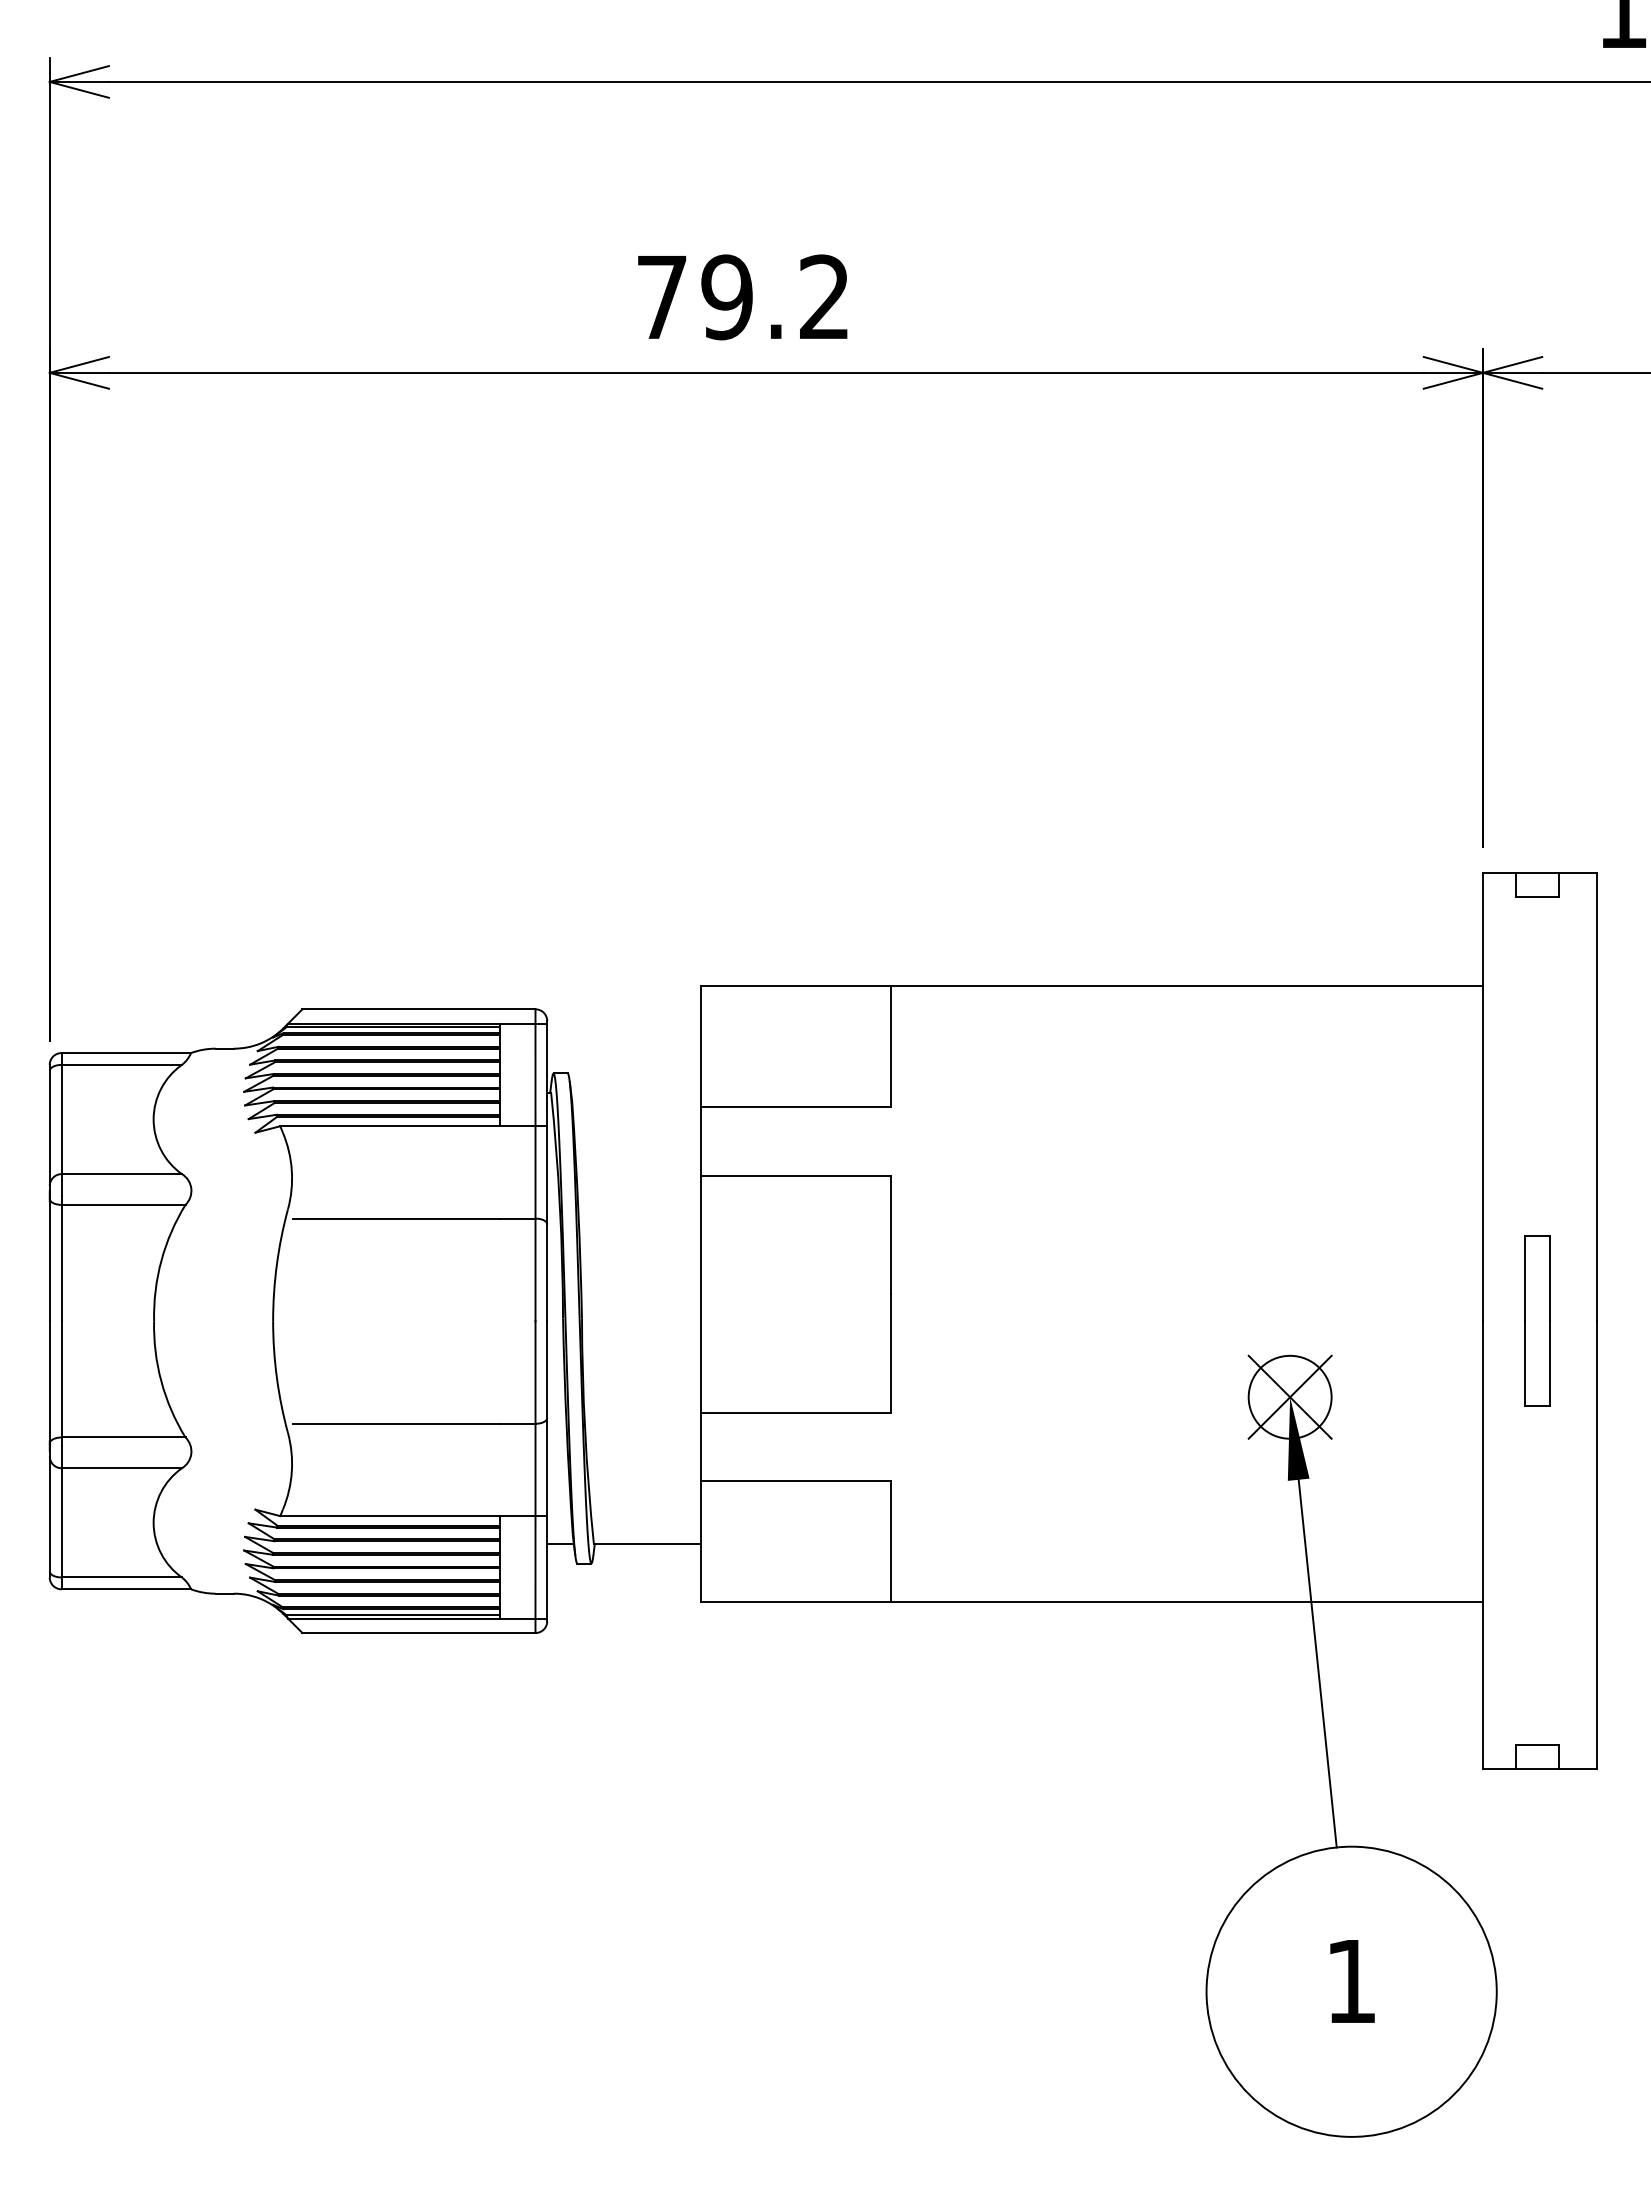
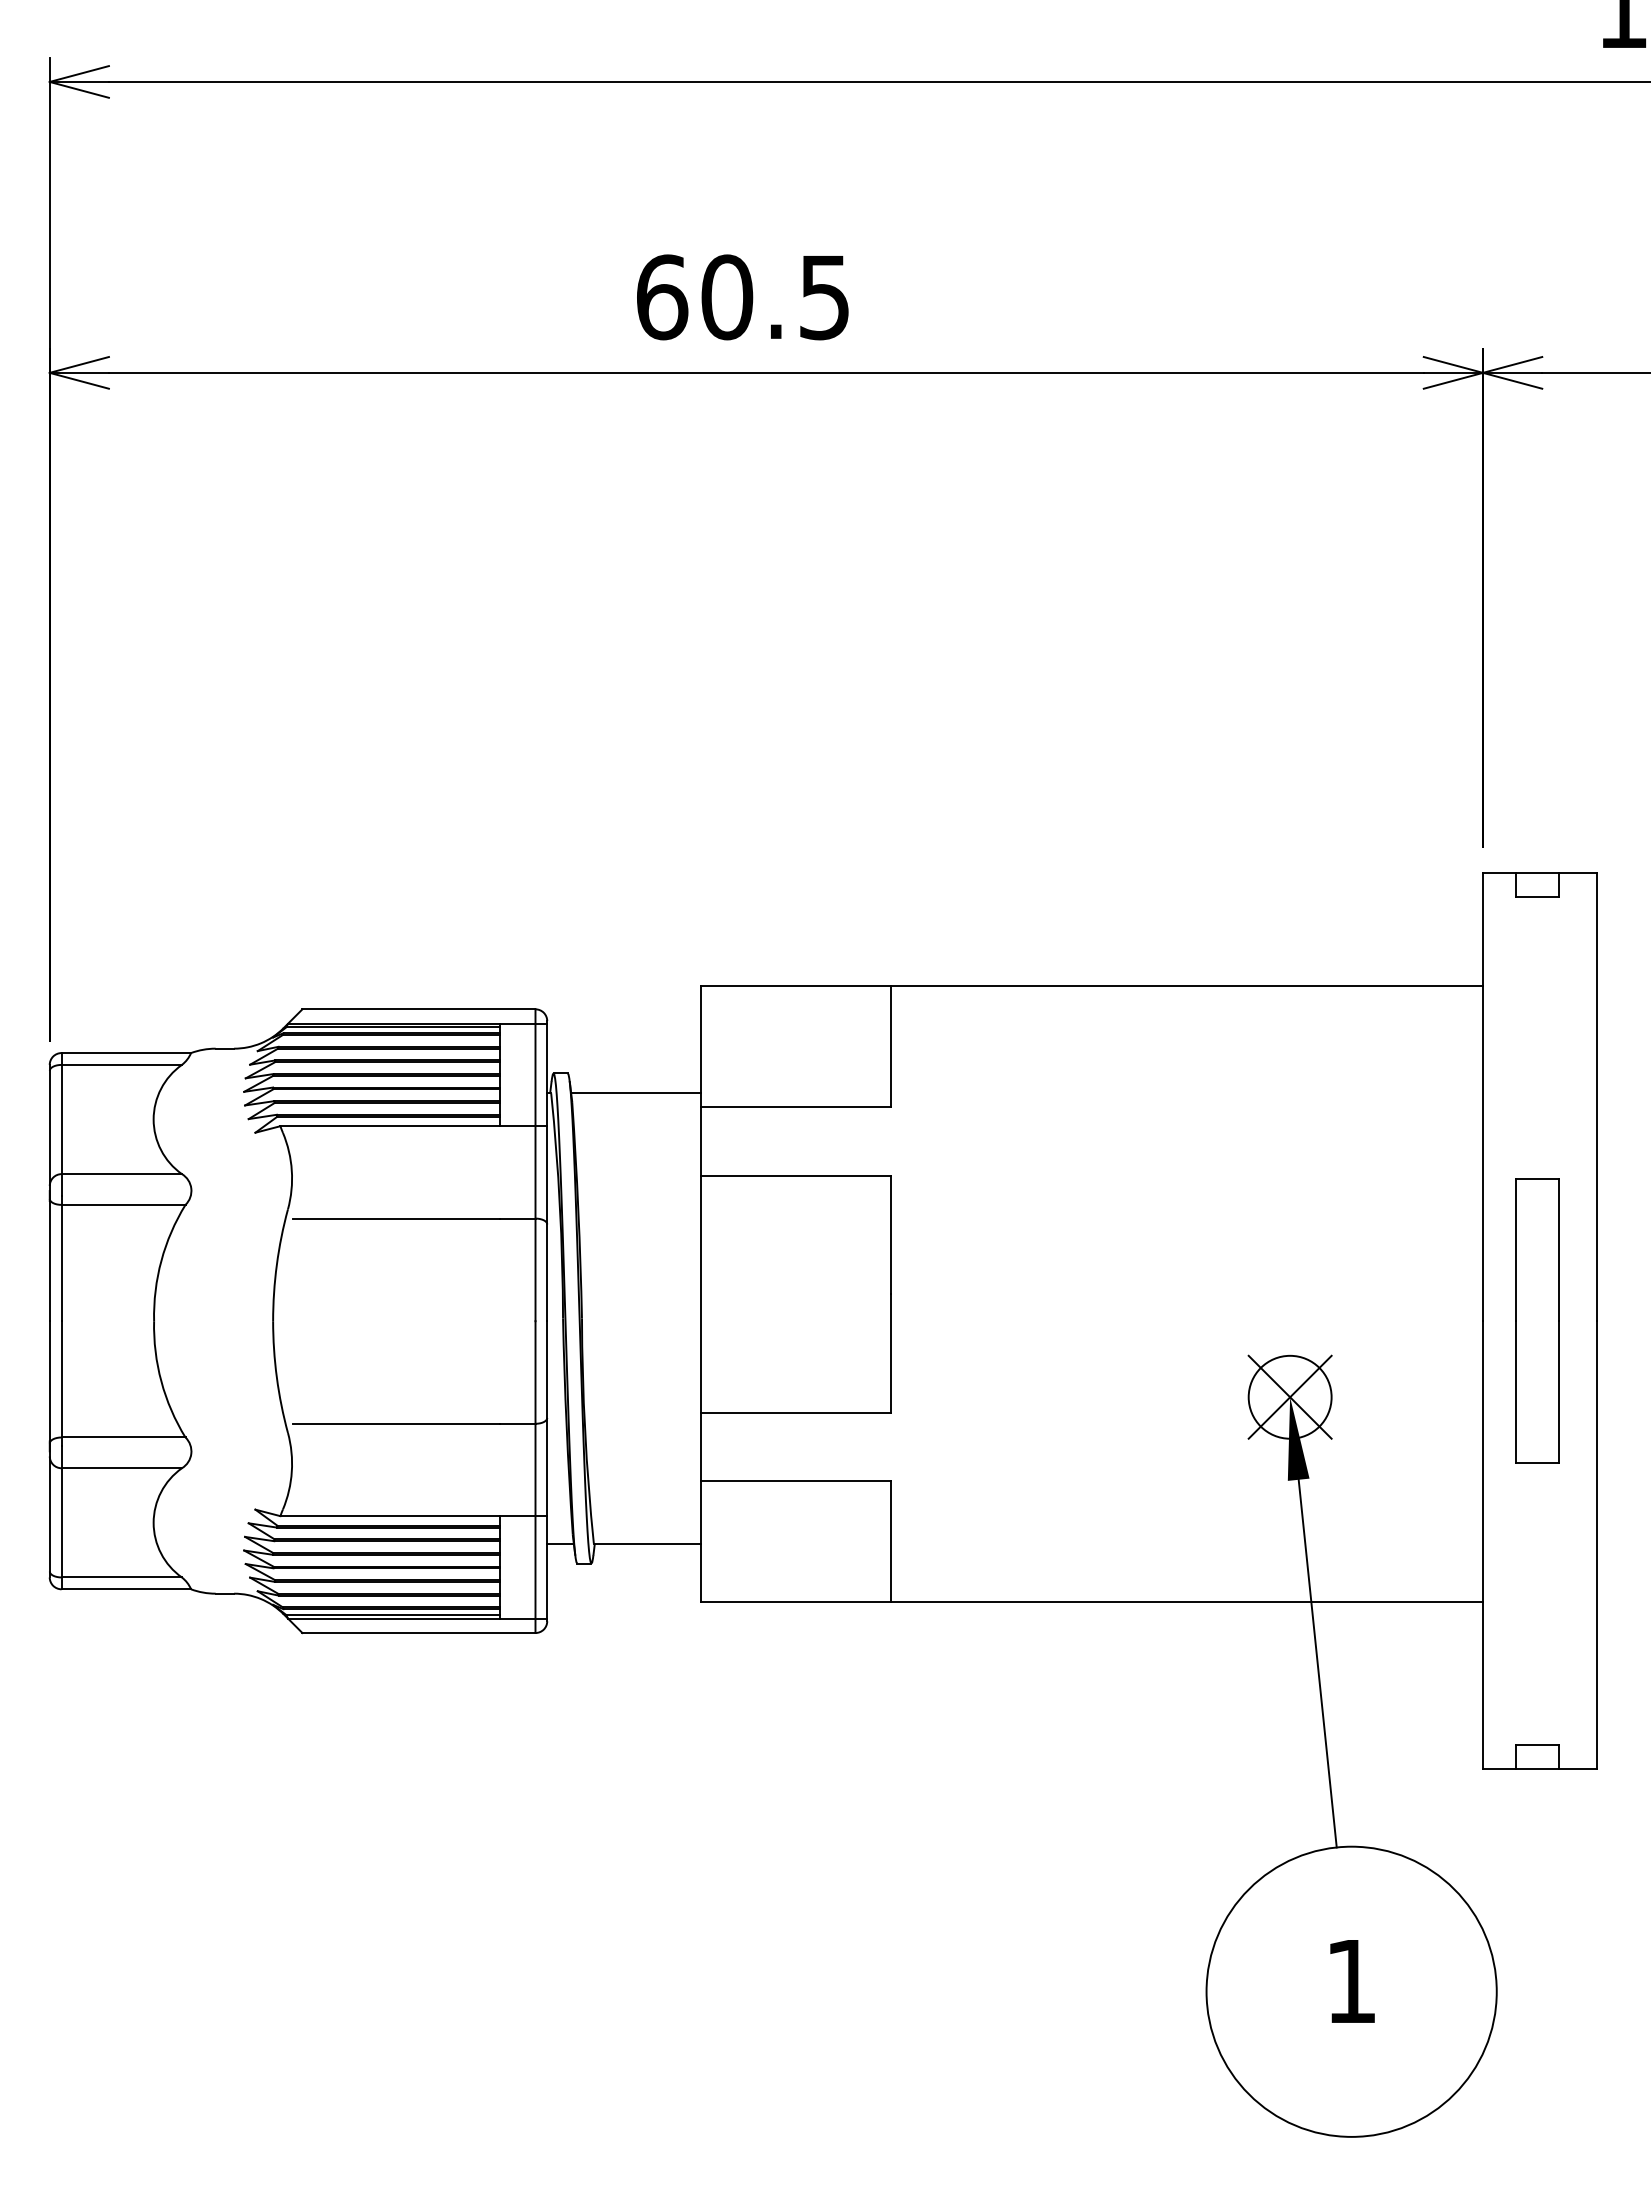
text at (742, 297): 79.2 -> 60.5
line at (636, 1093): none -> present
part at (1537, 1320) size: 27x172 px -> 45x286 px
